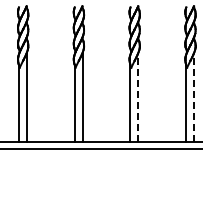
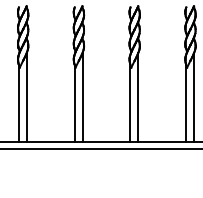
line at (138, 96): dashed -> solid
line at (194, 96): dashed -> solid
